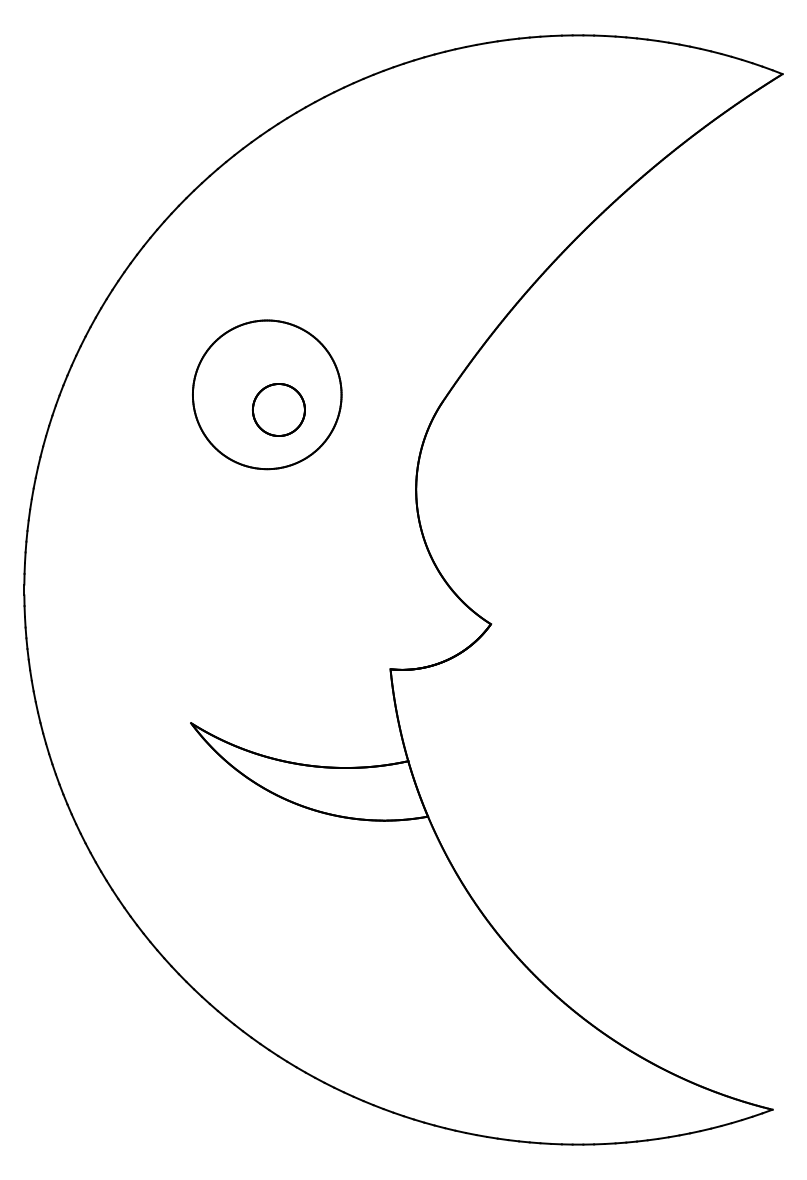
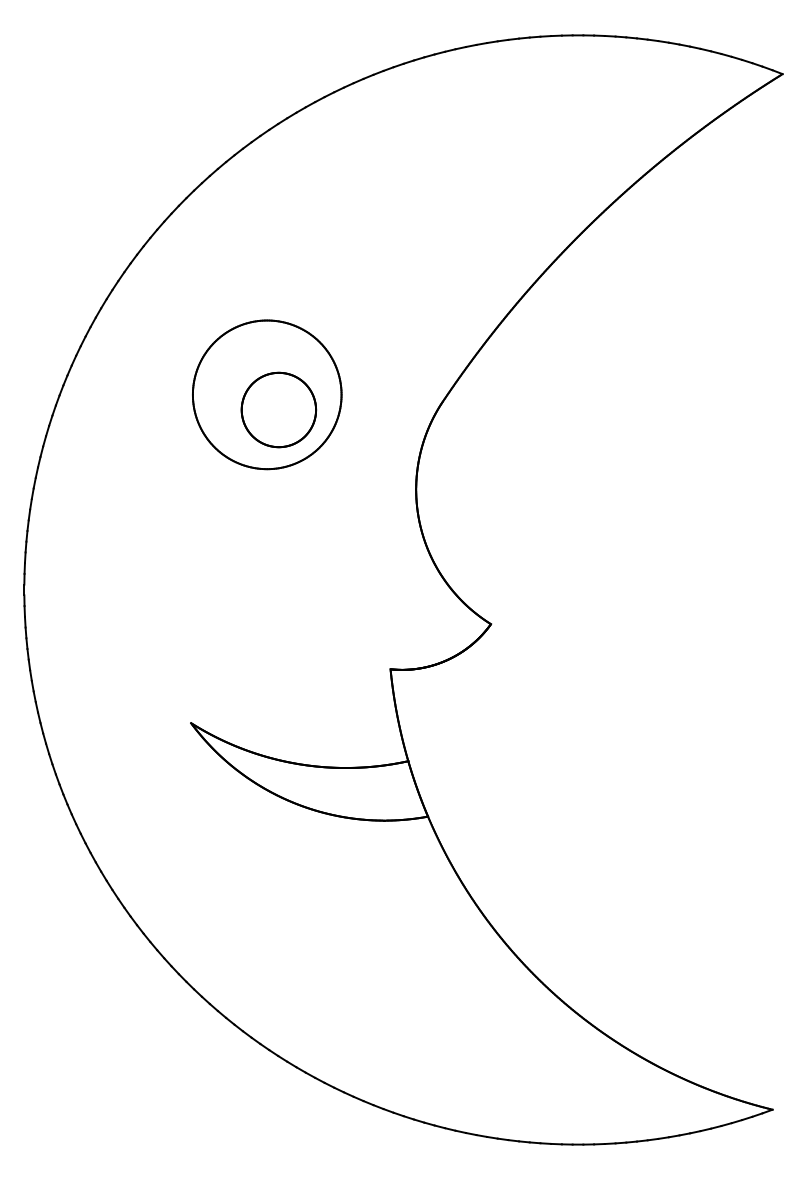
part at (278, 409) size: 54x54 px -> 78x78 px
